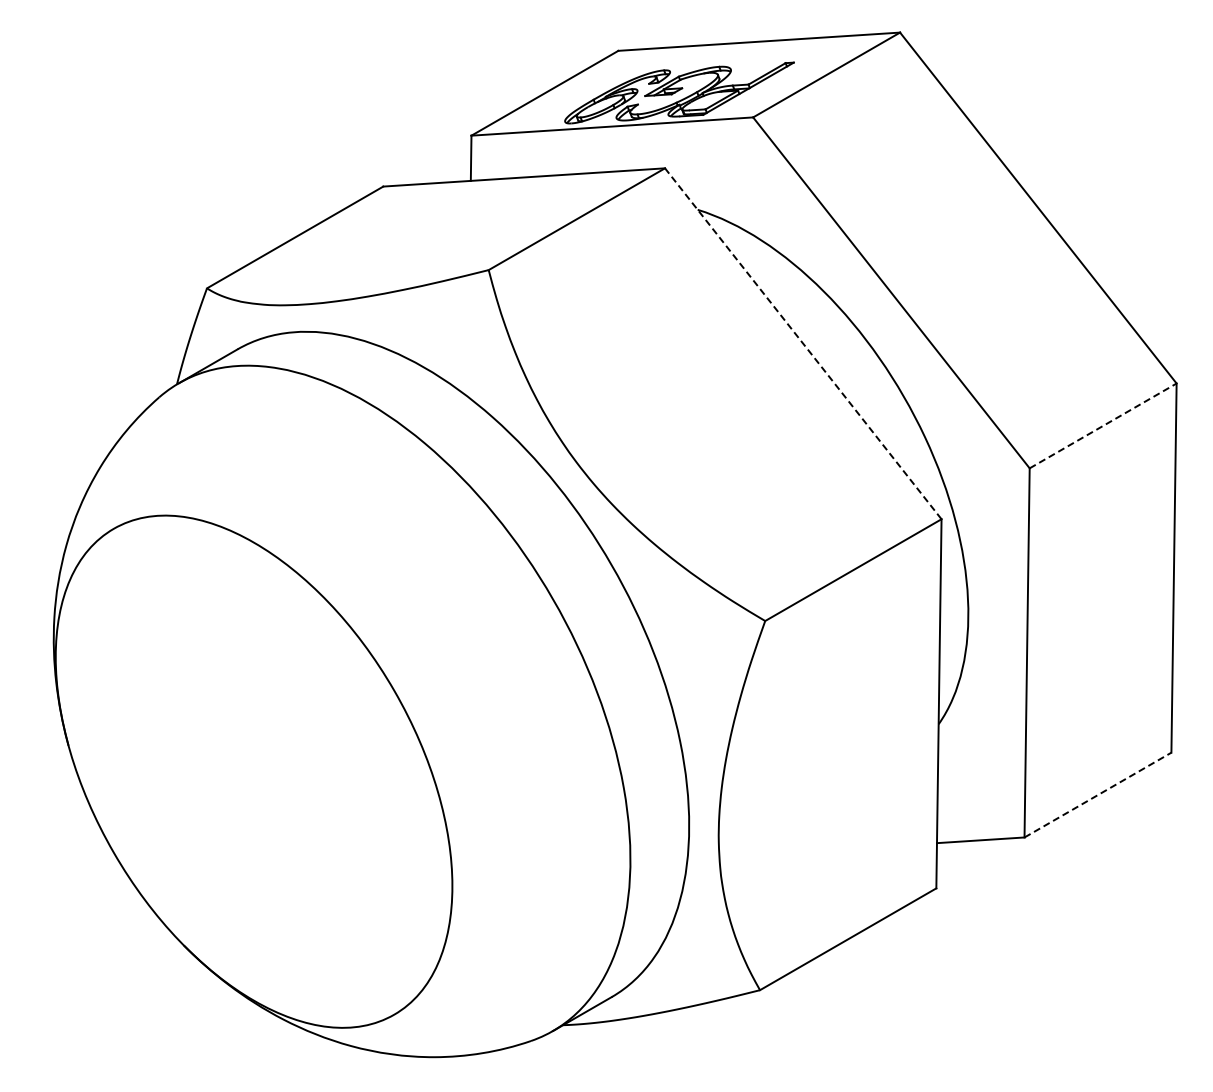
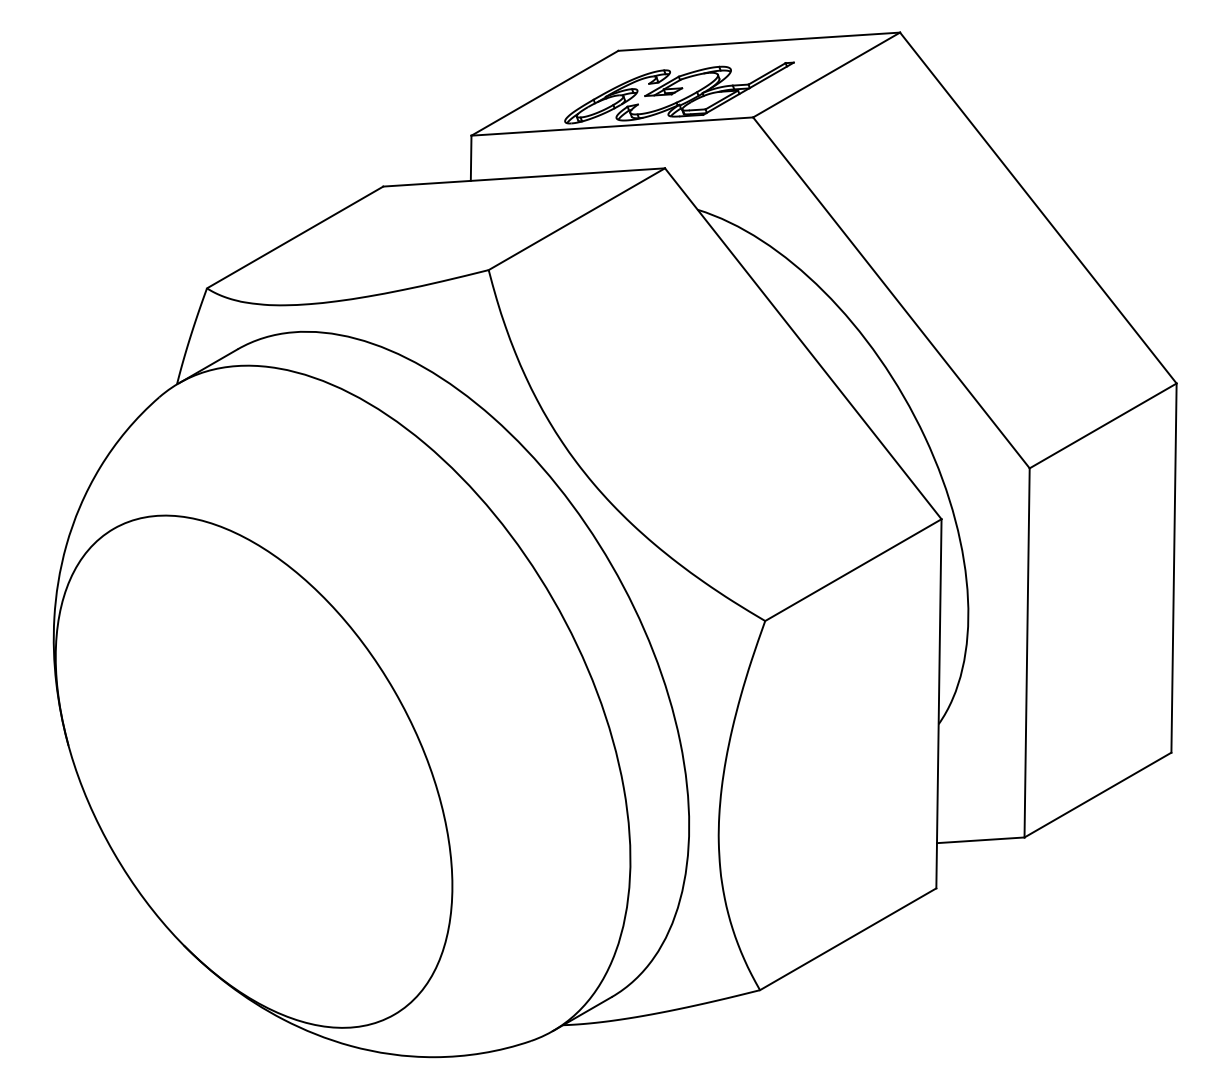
line at (802, 343): dashed -> solid
line at (1103, 425): dashed -> solid
line at (1097, 795): dashed -> solid
